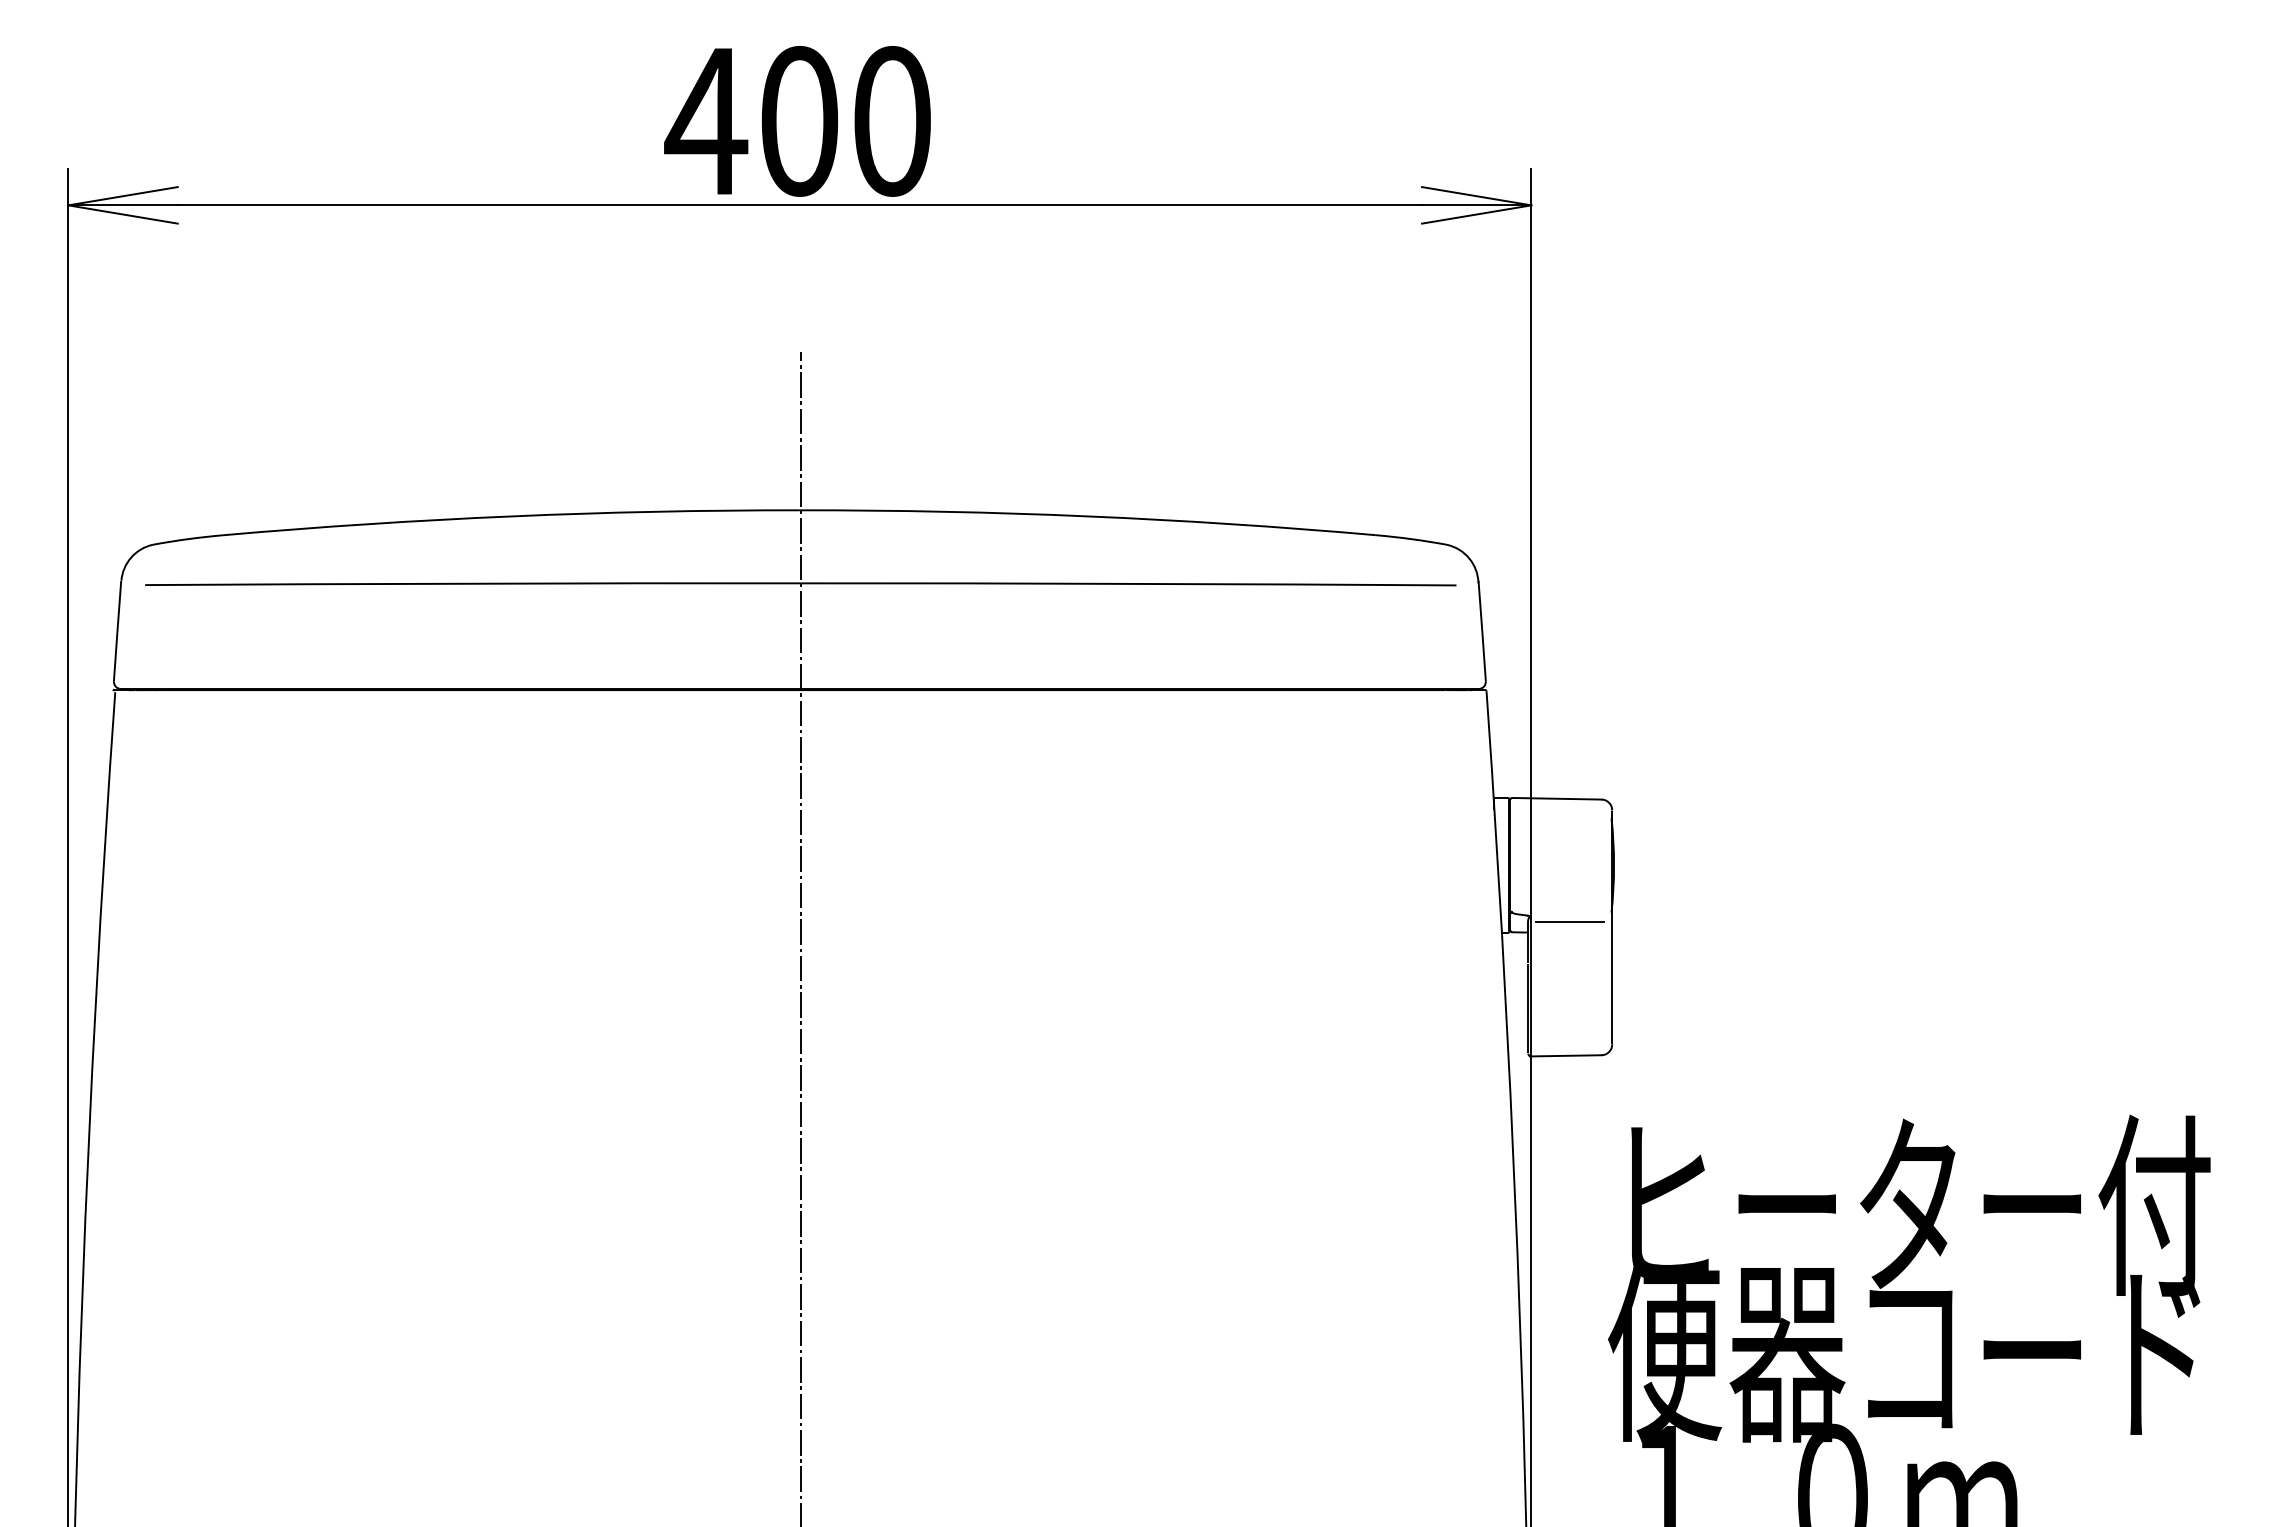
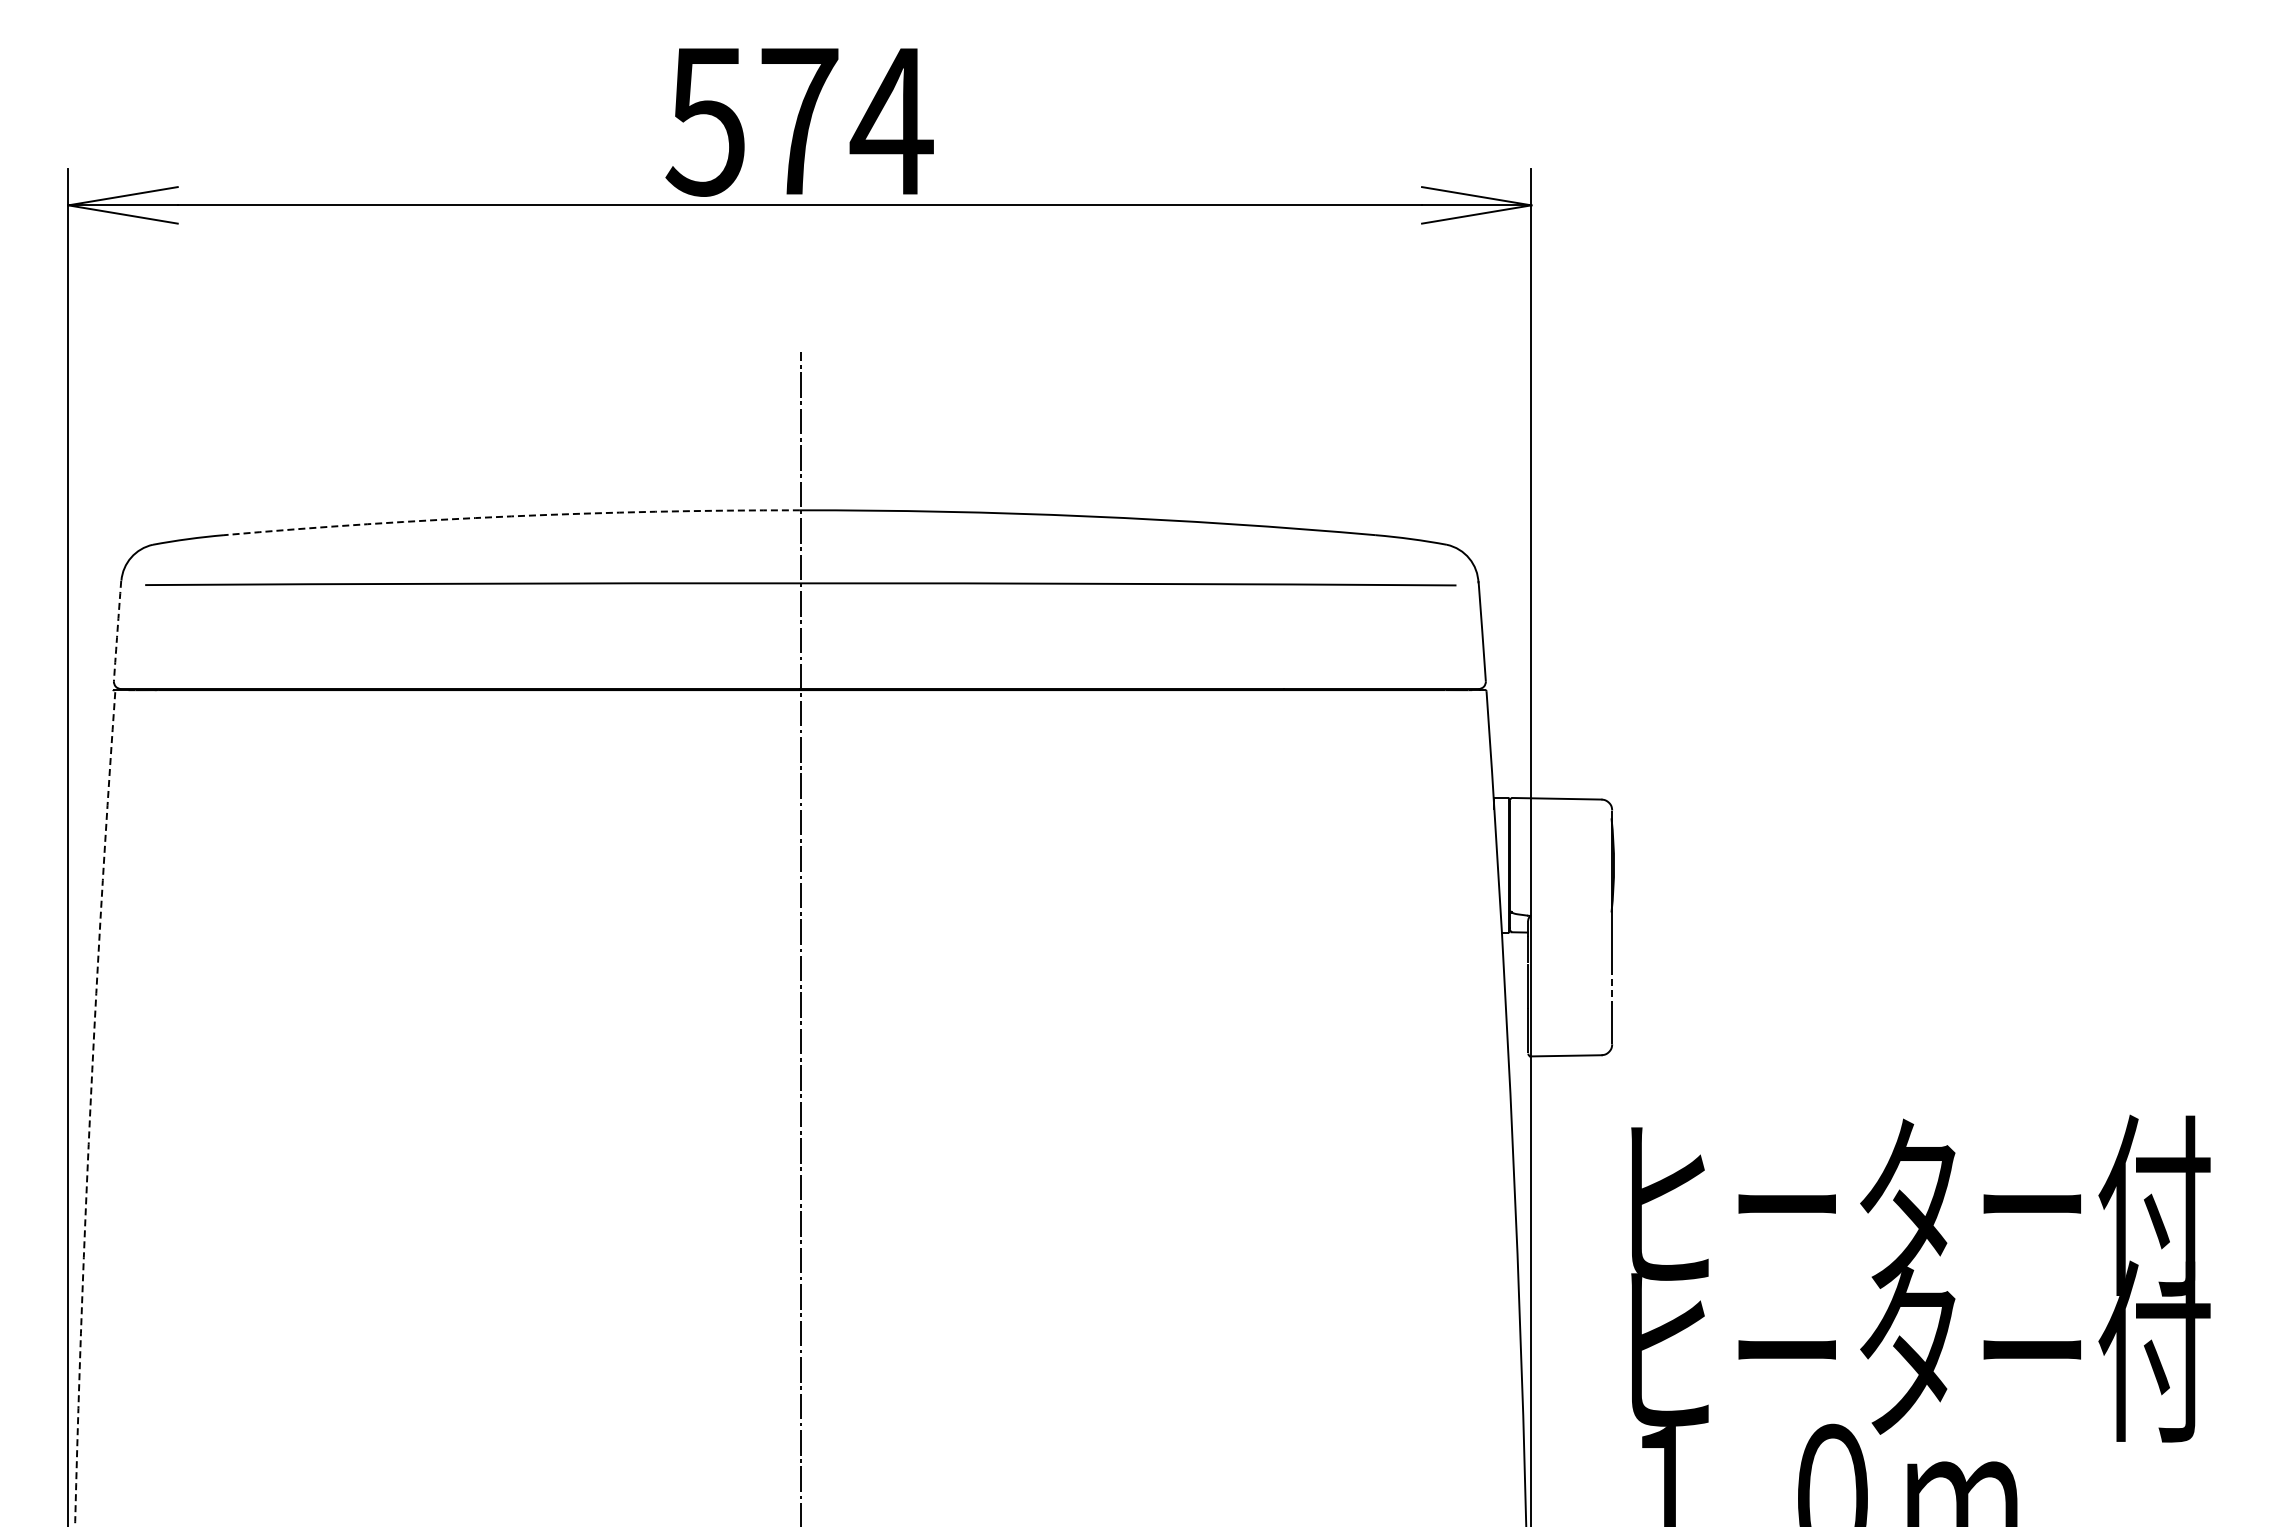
text at (798, 121): 400 -> 574
arc at (511, 516): solid -> dashed
arc at (117, 631): solid -> dashed
line at (1570, 921): present -> none
line at (1612, 987): solid -> dashed
arc at (90, 1109): solid -> dashed
text at (1909, 1351): 便器コード -> ヒーター付
